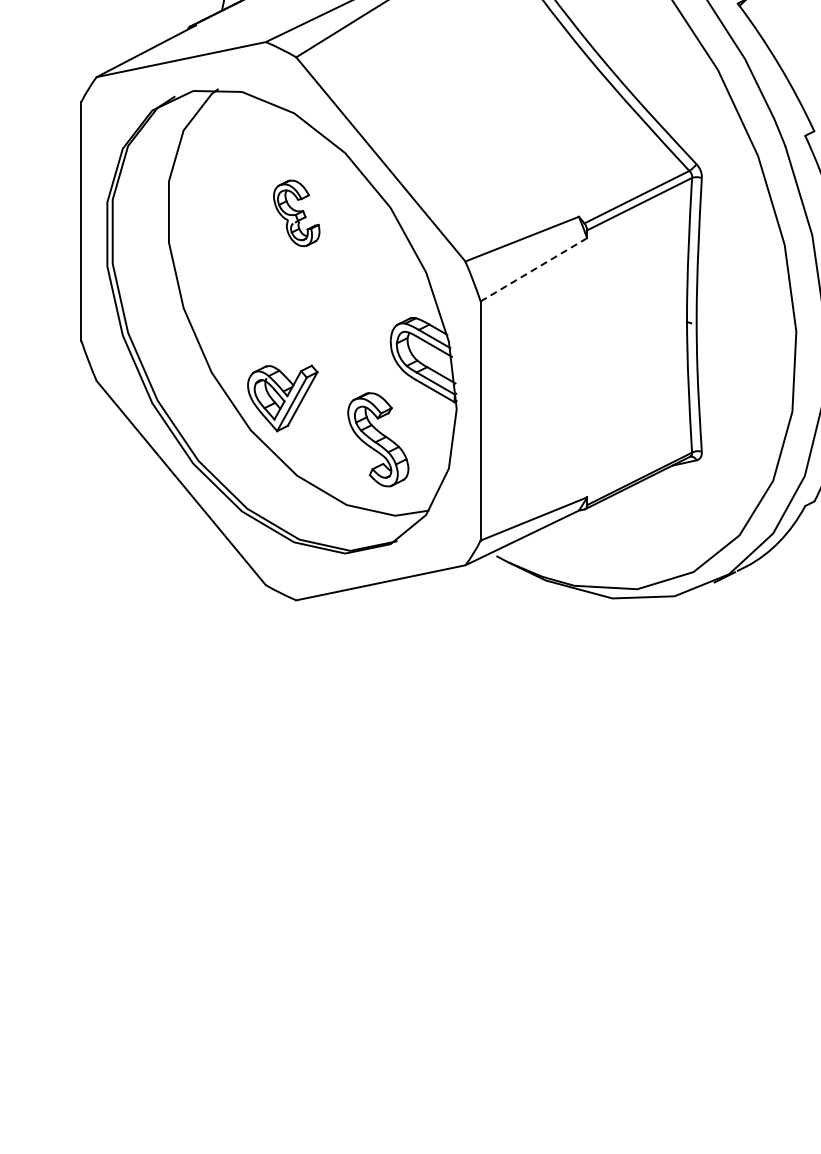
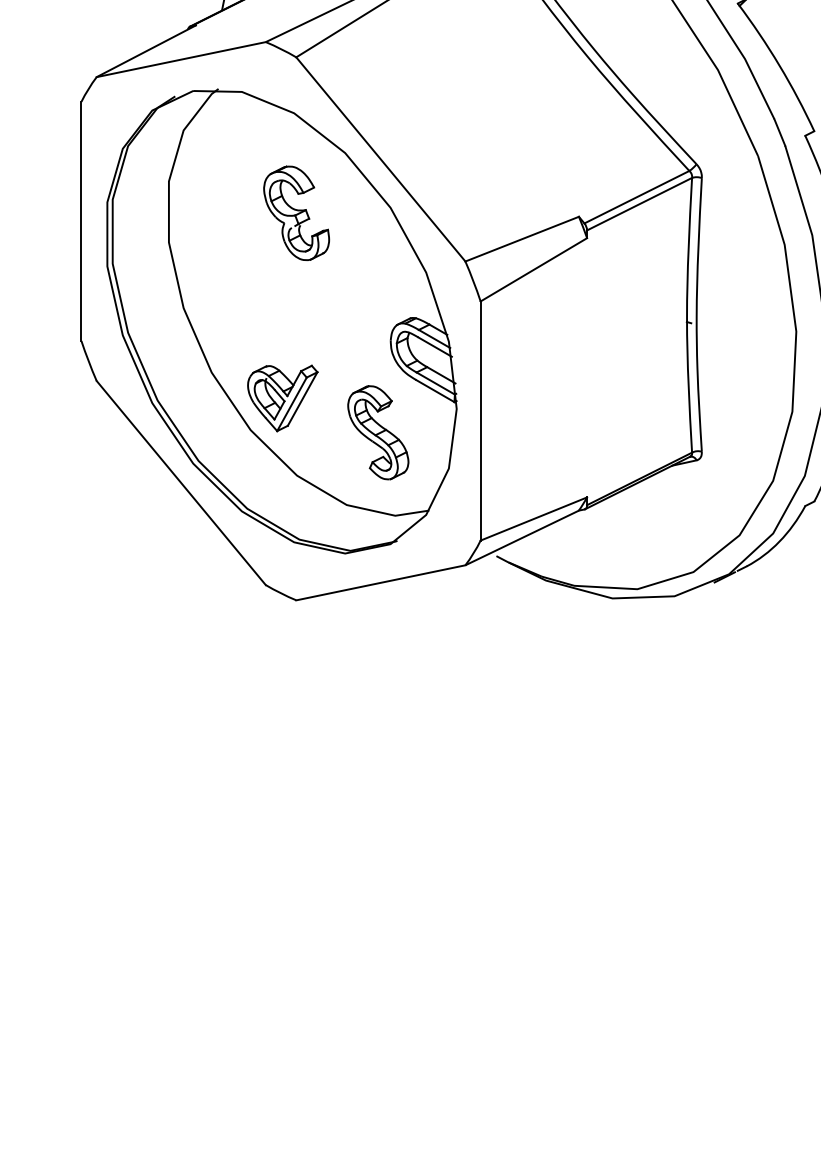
part at (296, 212) size: 48x68 px -> 68x97 px
line at (533, 269): dashed -> solid
part at (378, 439) position: (378, 439) -> (378, 432)
